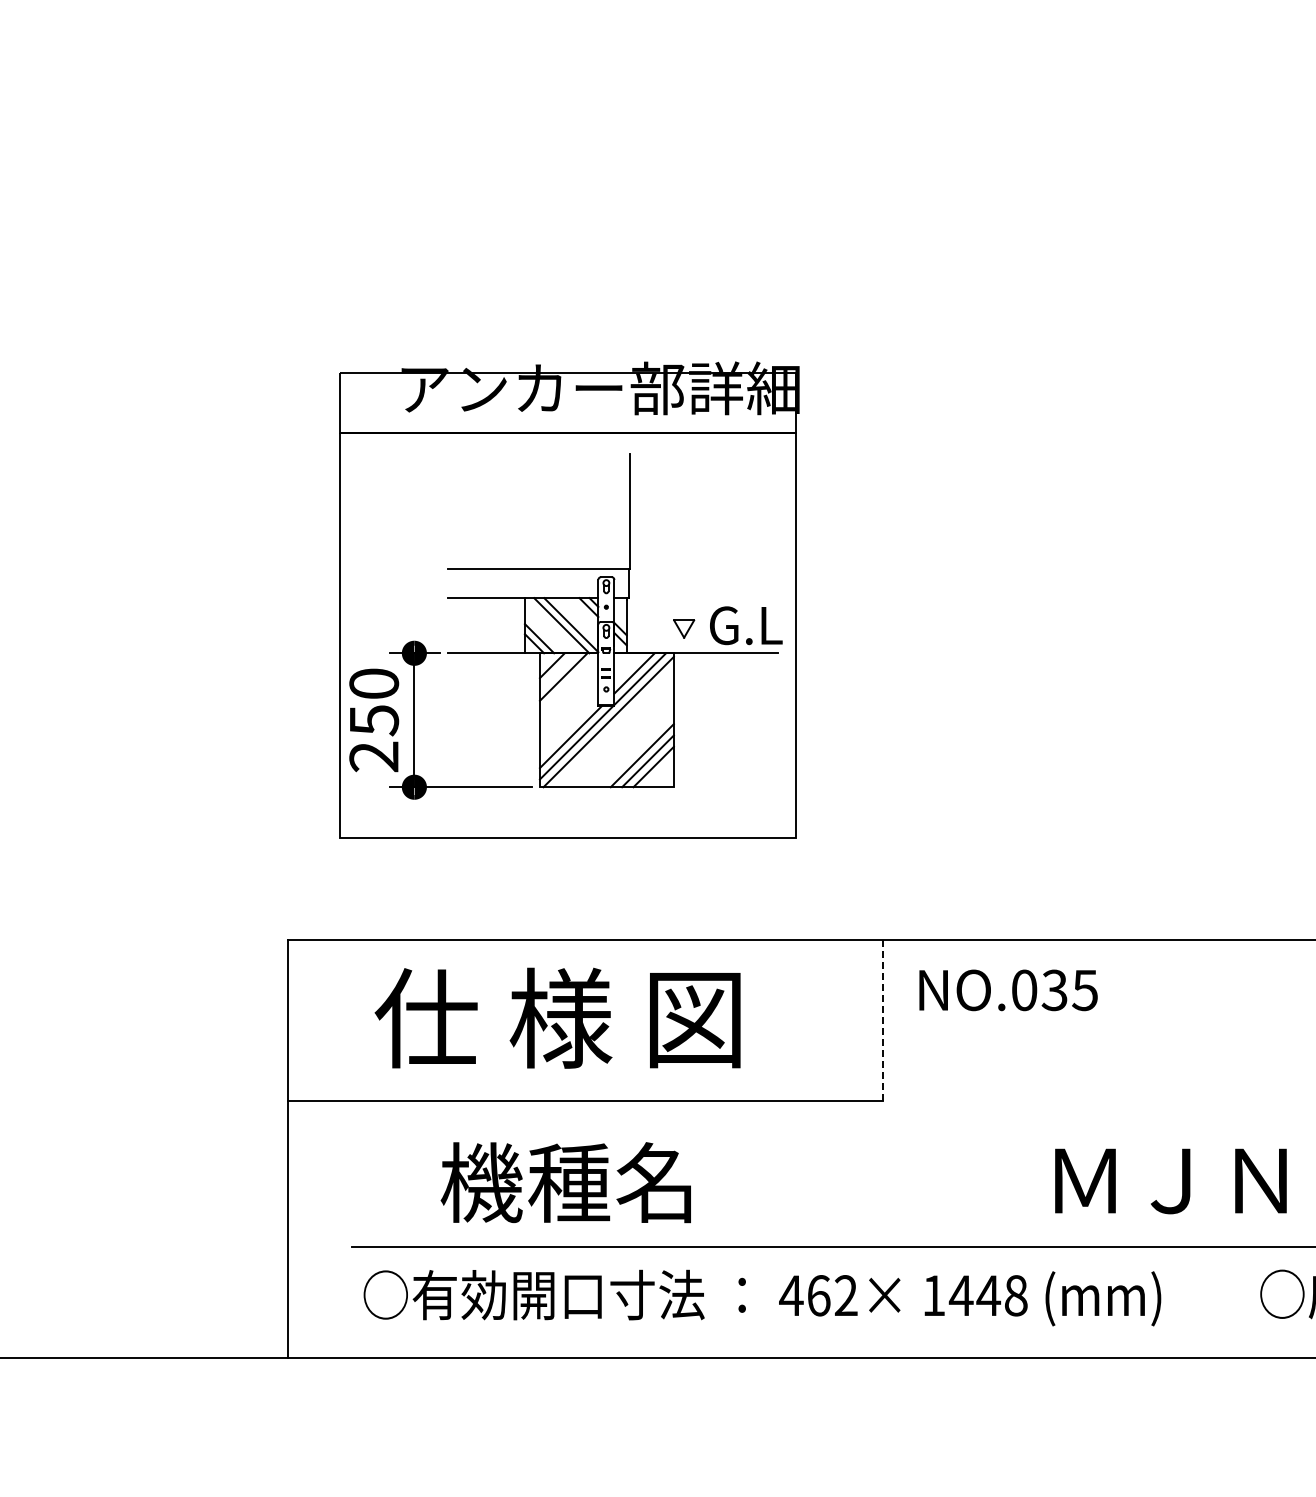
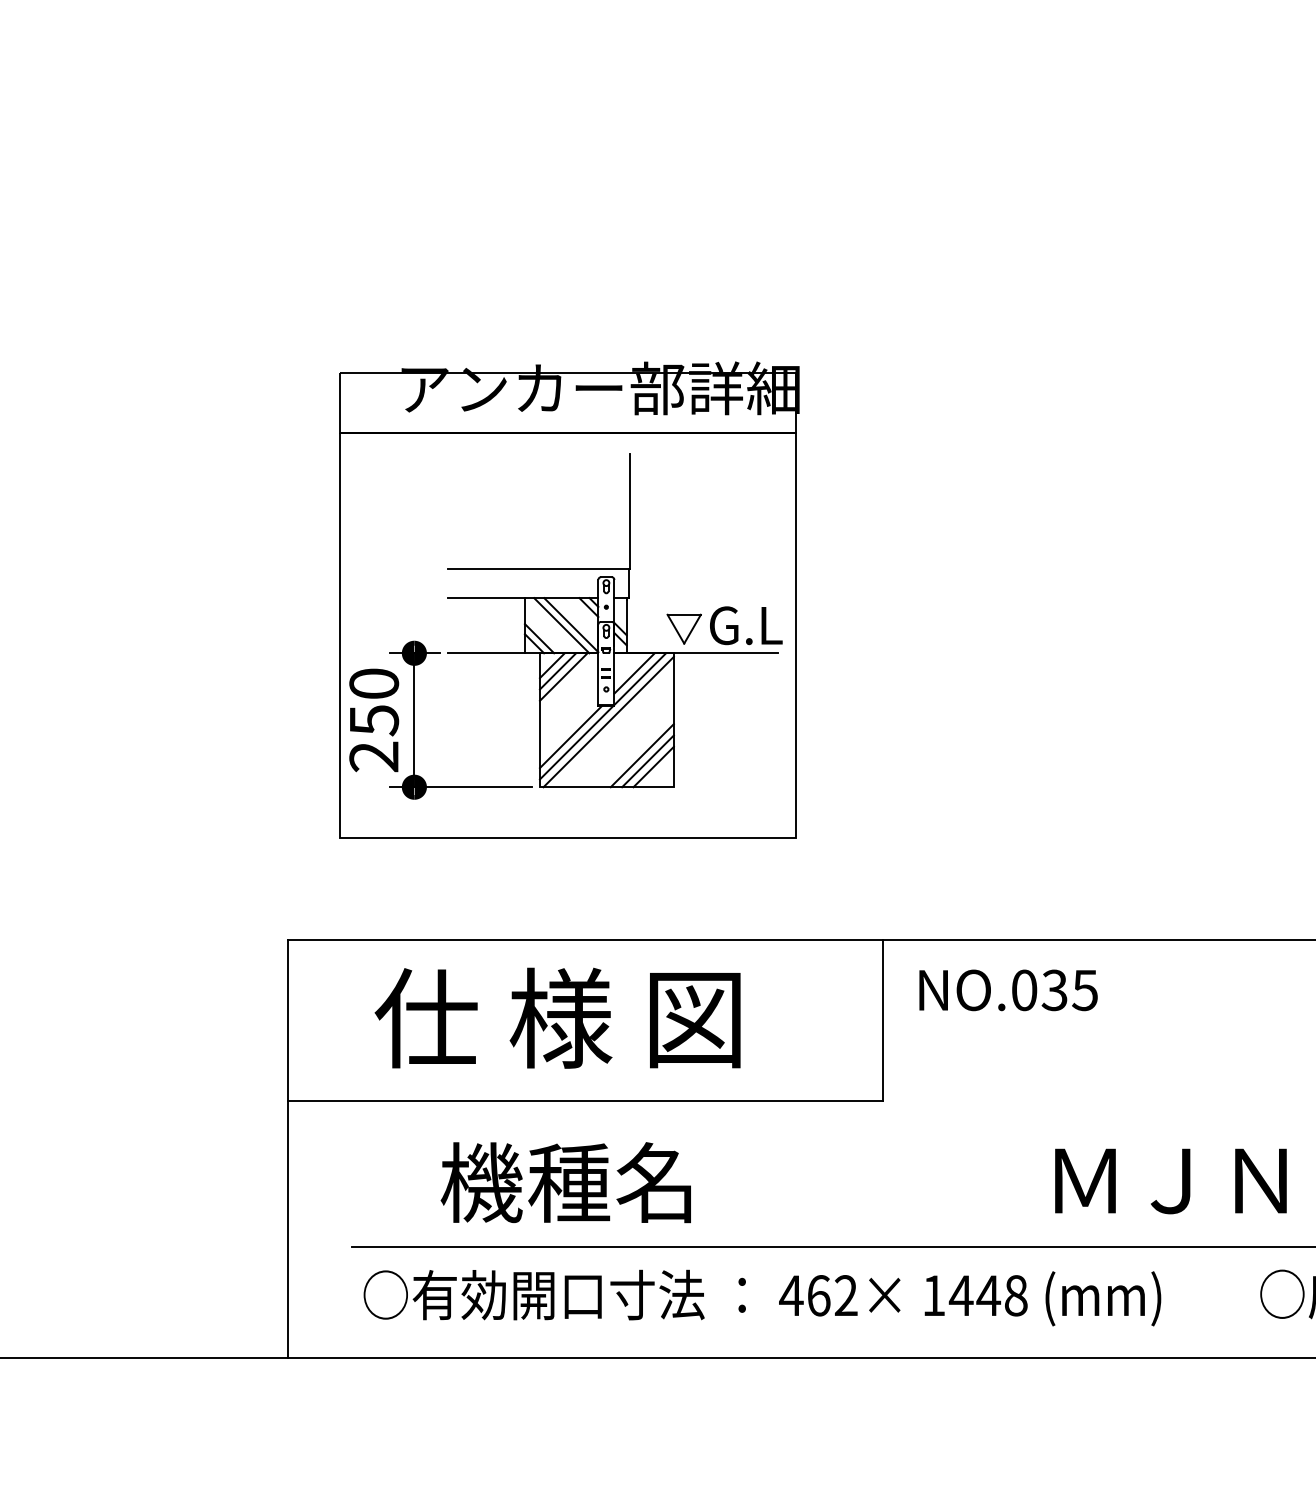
part at (684, 628) size: 23x20 px -> 36x32 px
line at (557, 671): none -> present
line at (882, 1020): dashed -> solid
